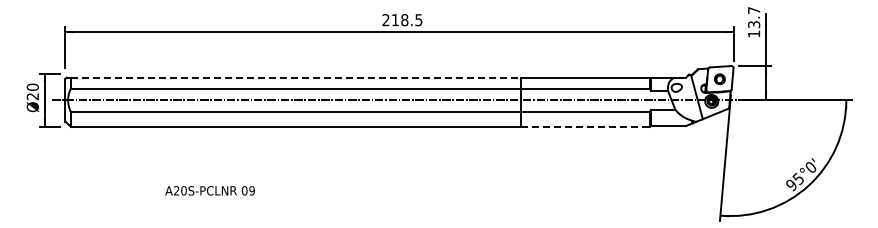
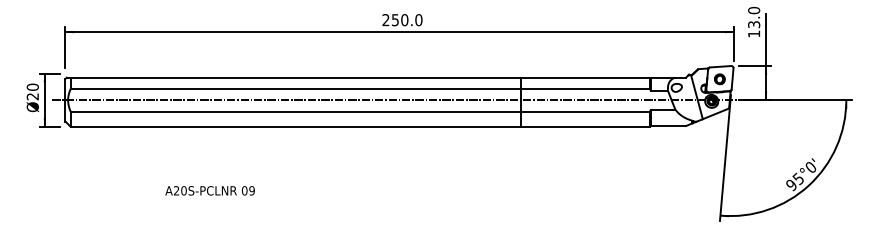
text at (754, 10): 13.7 -> 13.0
text at (407, 20): 218.5 -> 250.0
line at (296, 77): dashed -> solid
line at (585, 126): dashed -> solid
